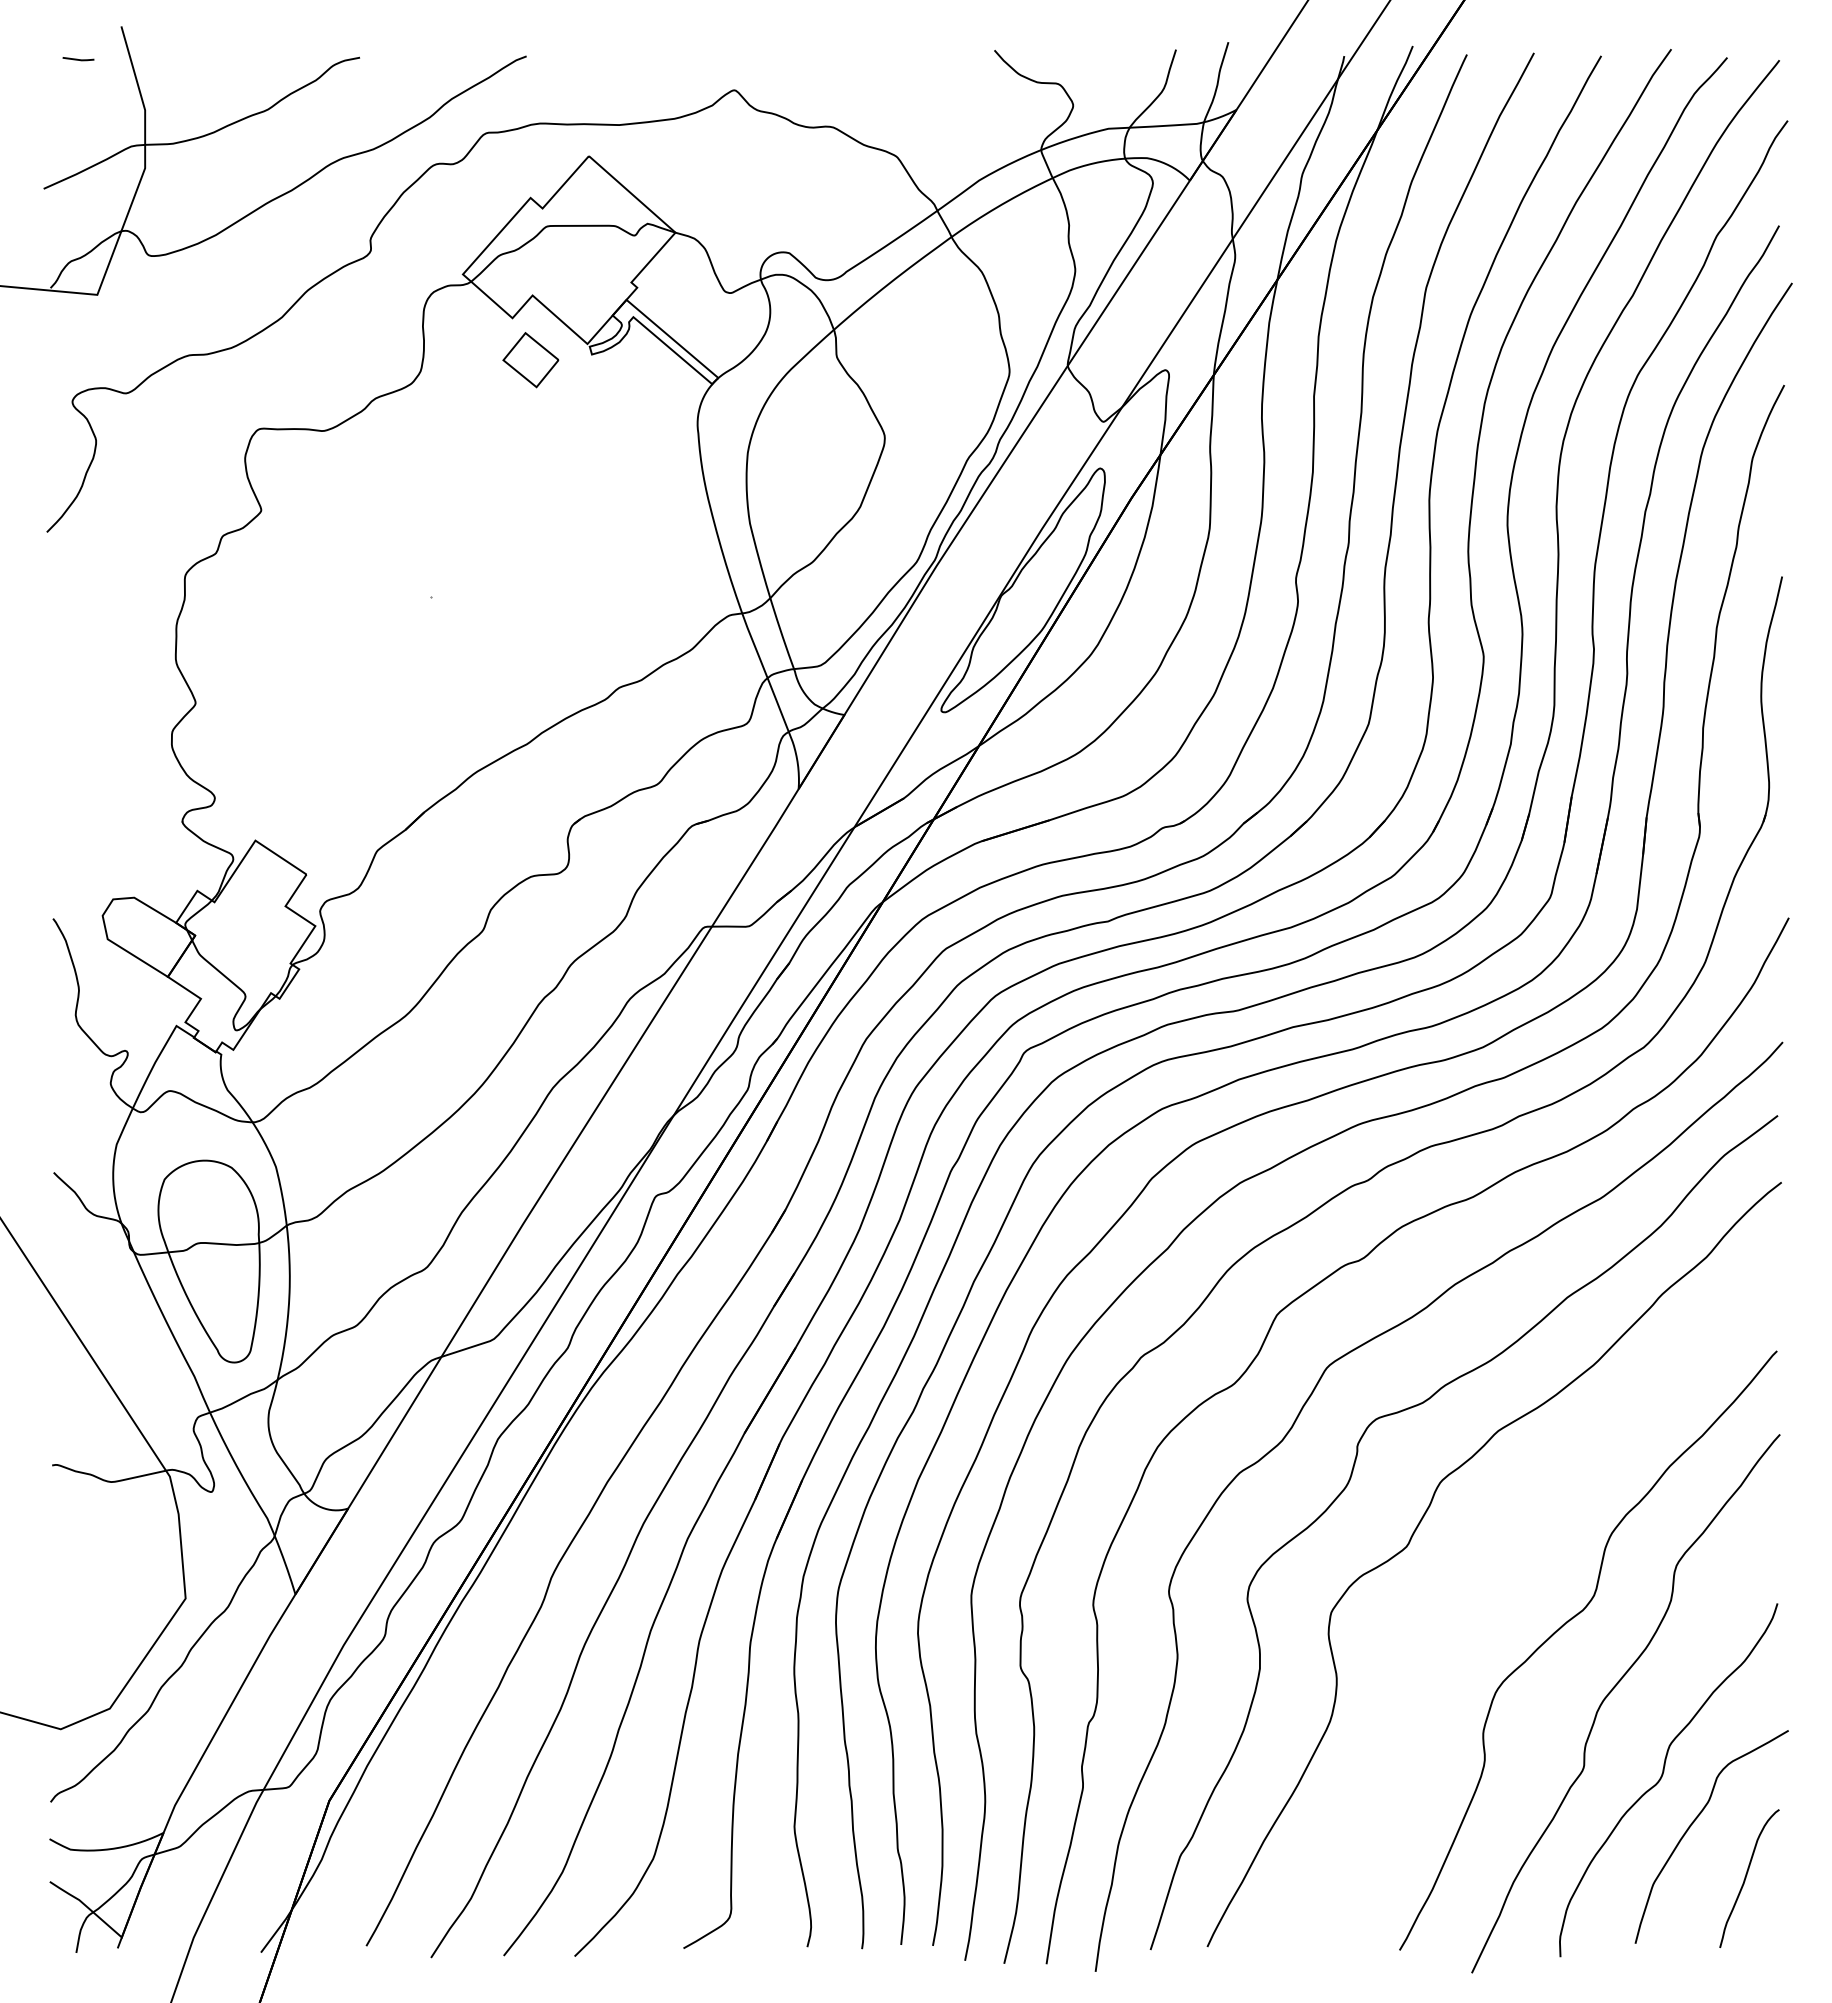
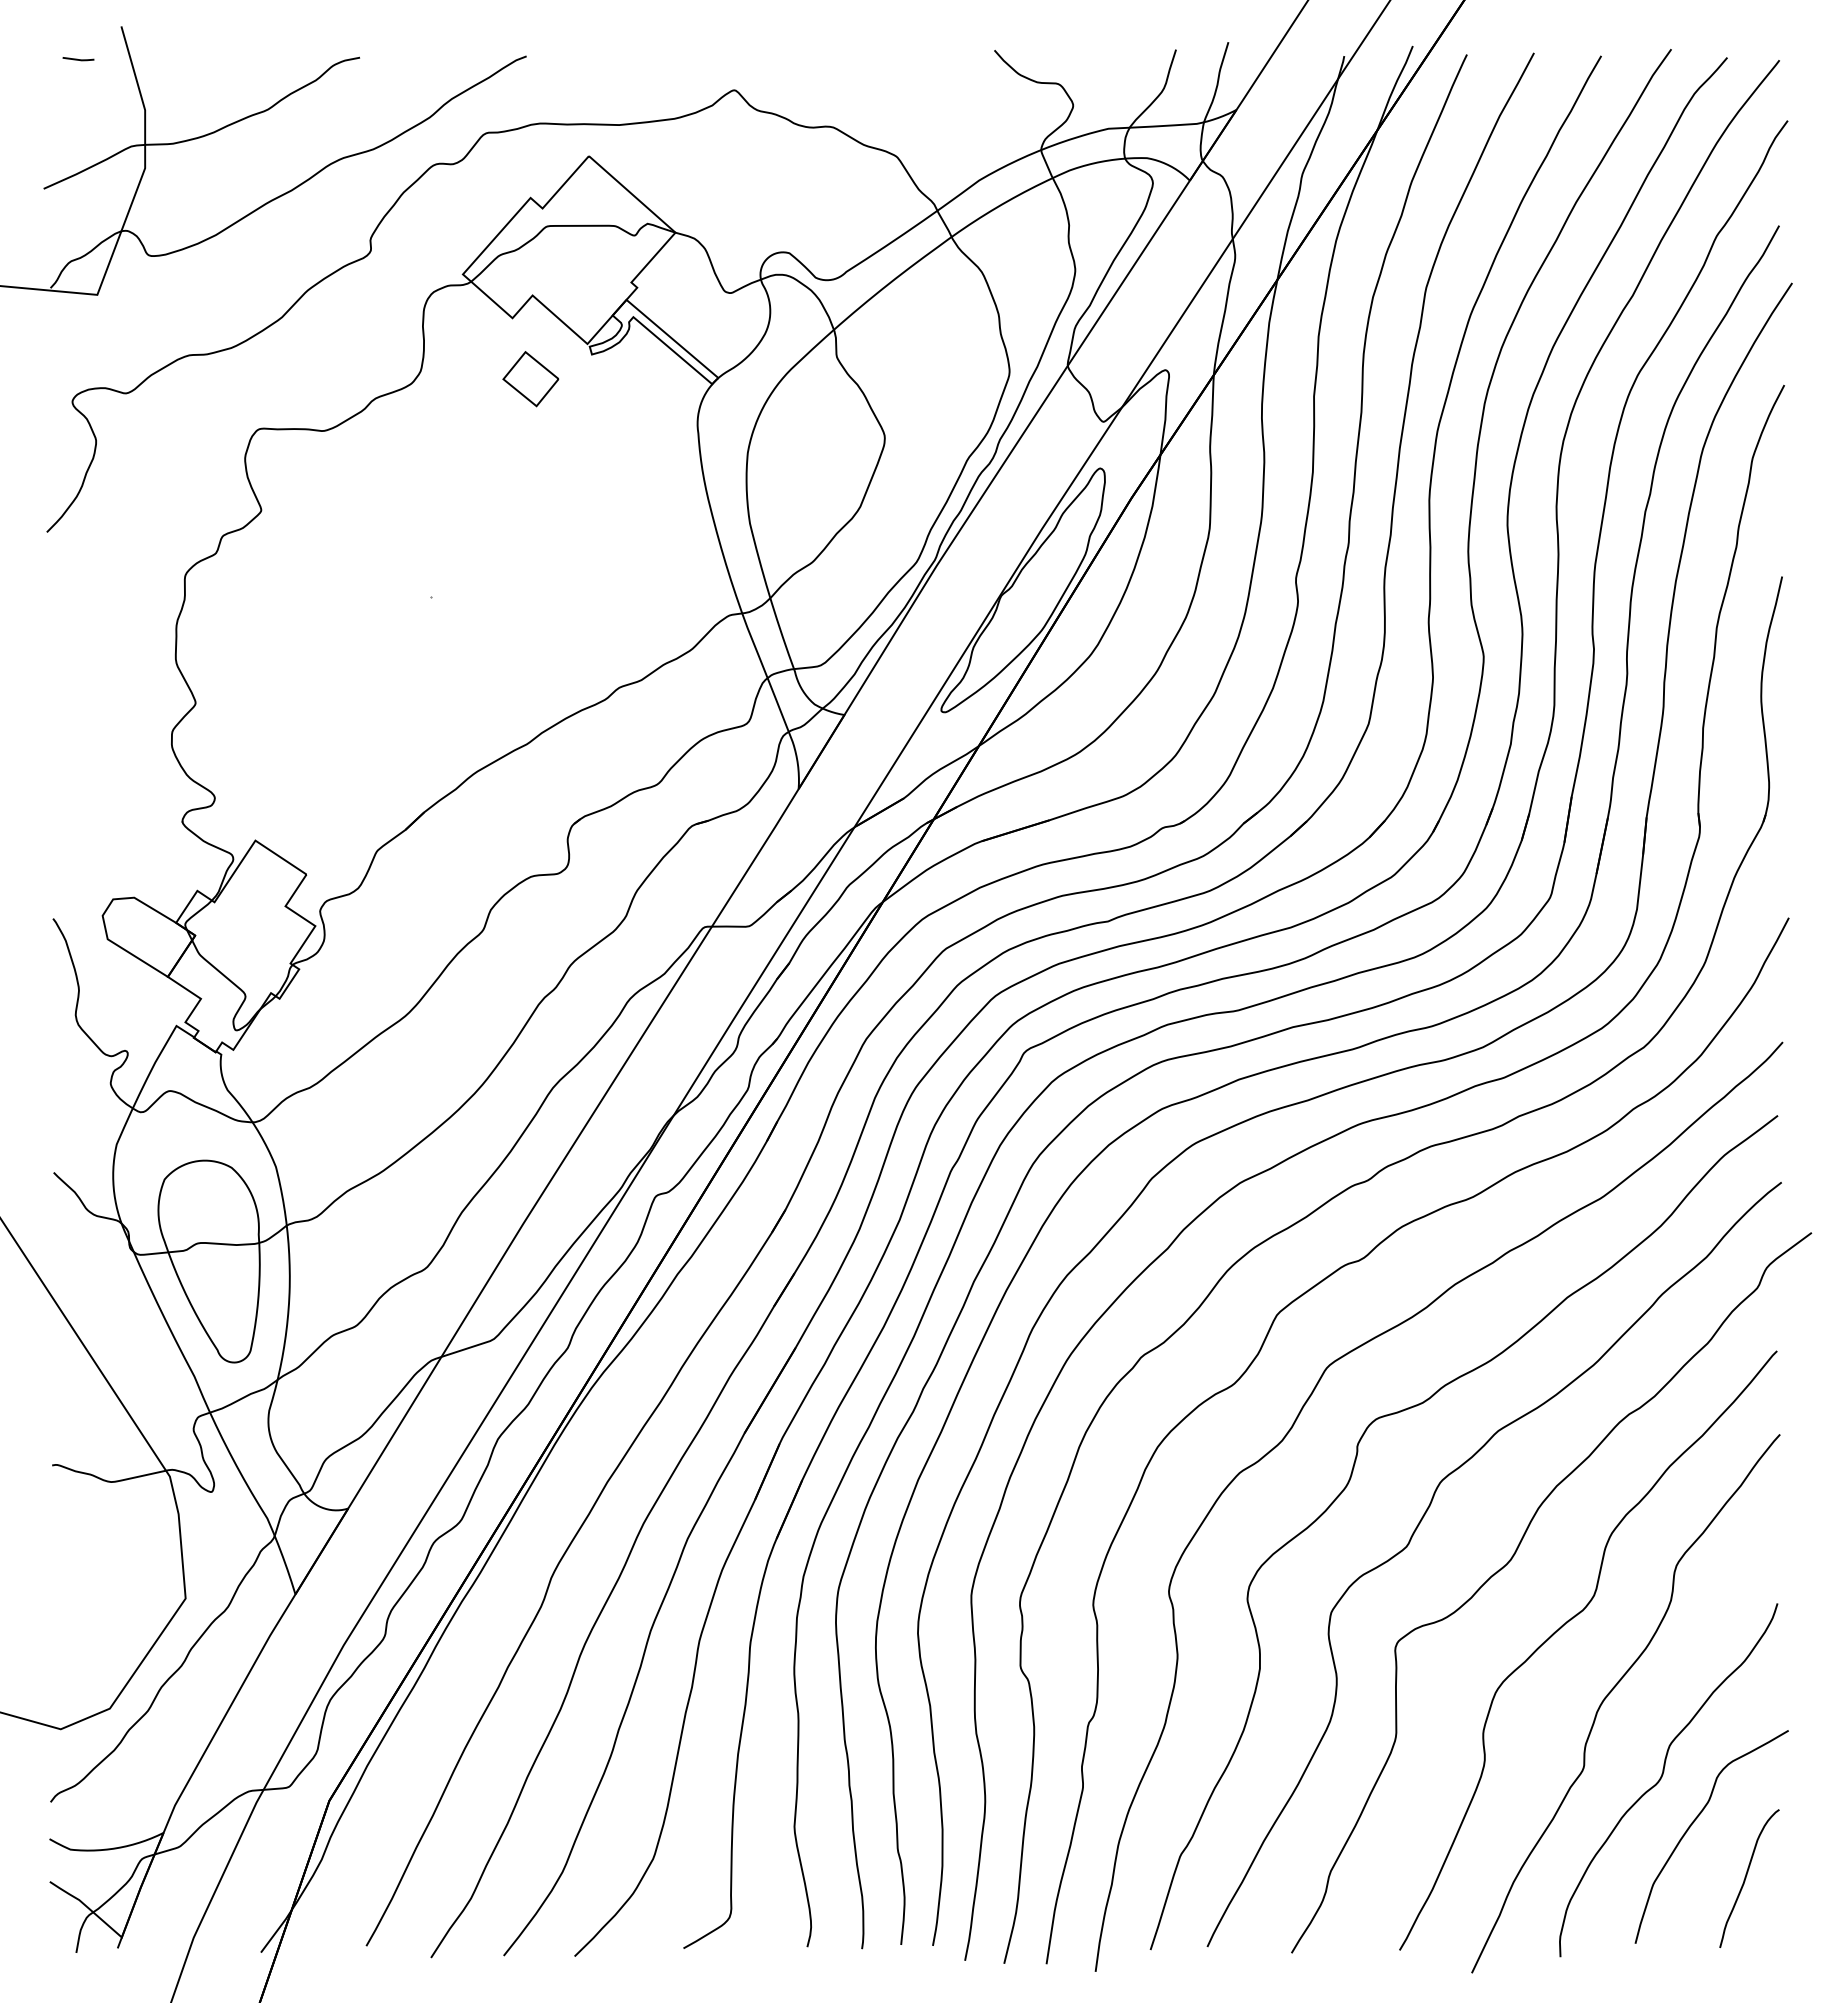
part at (530, 360) position: (530, 360) -> (530, 379)
curve at (1512, 1559): none -> present
